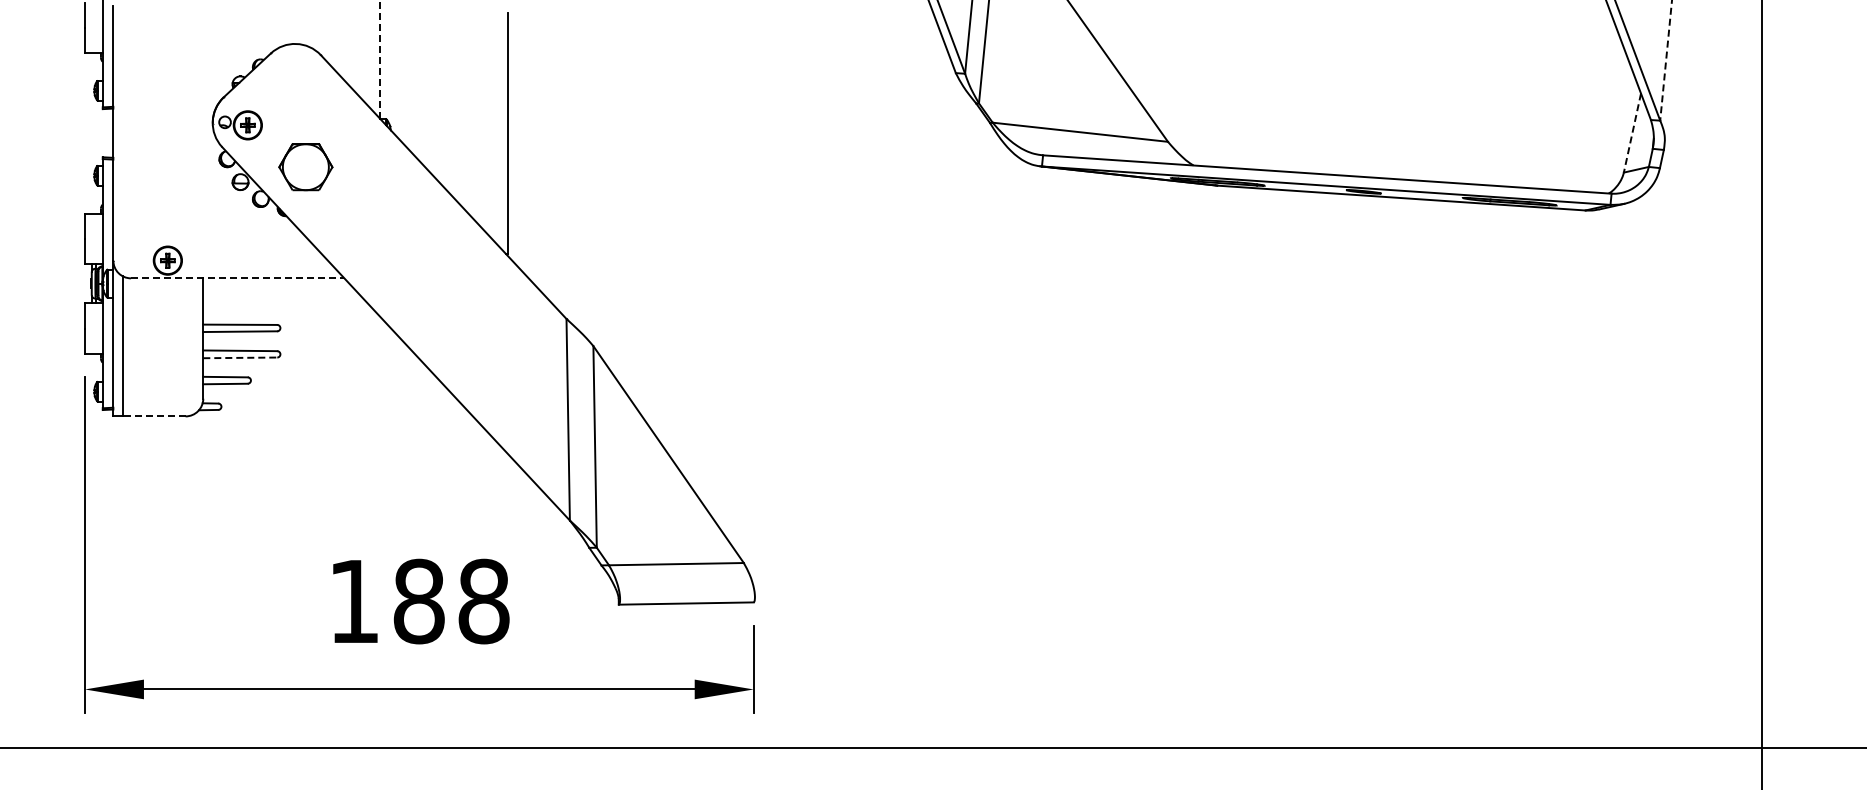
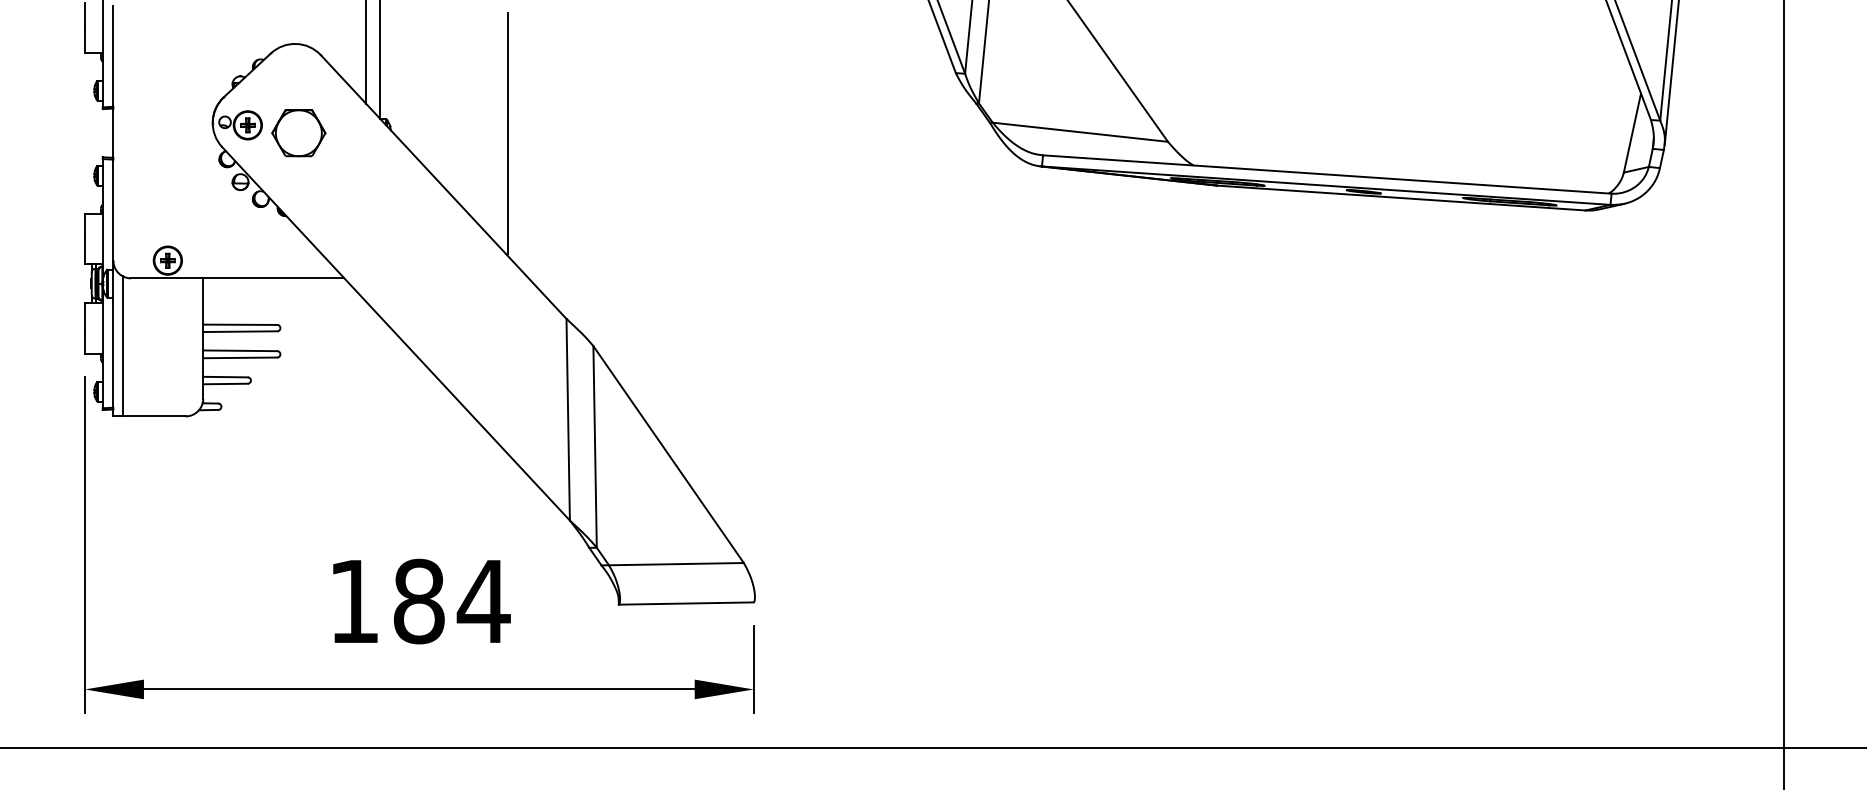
line at (366, 52): none -> present
line at (380, 59): dashed -> solid
line at (1666, 61): dashed -> solid
line at (1671, 73): none -> present
line at (1632, 133): dashed -> solid
part at (305, 167) position: (305, 167) -> (298, 133)
line at (237, 278): dashed -> solid
line at (240, 357): dashed -> solid
line at (1761, 394) position: (1761, 394) -> (1783, 394)
line at (153, 416): dashed -> solid
text at (483, 601): 188 -> 184
